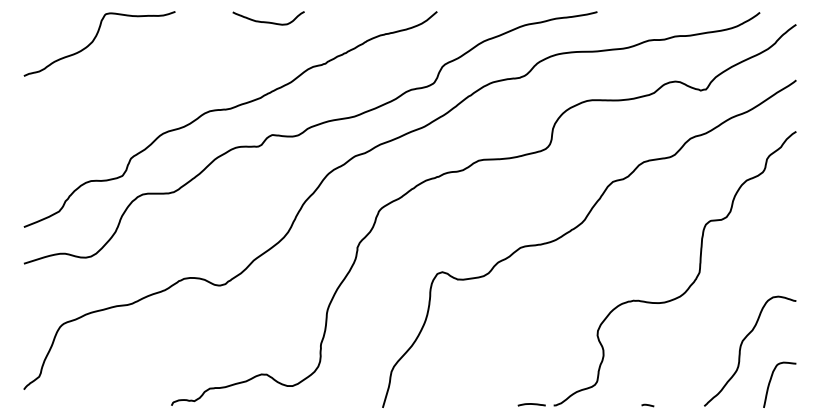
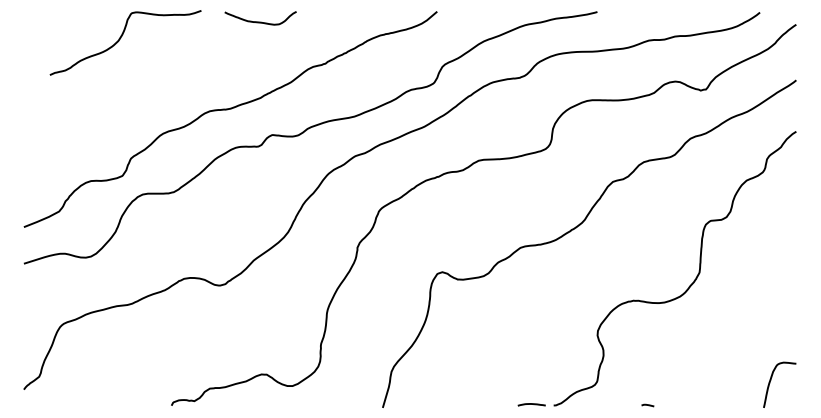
curve at (268, 21) position: (268, 21) -> (260, 21)
curve at (95, 39) position: (95, 39) -> (121, 38)
curve at (741, 348): present -> none
